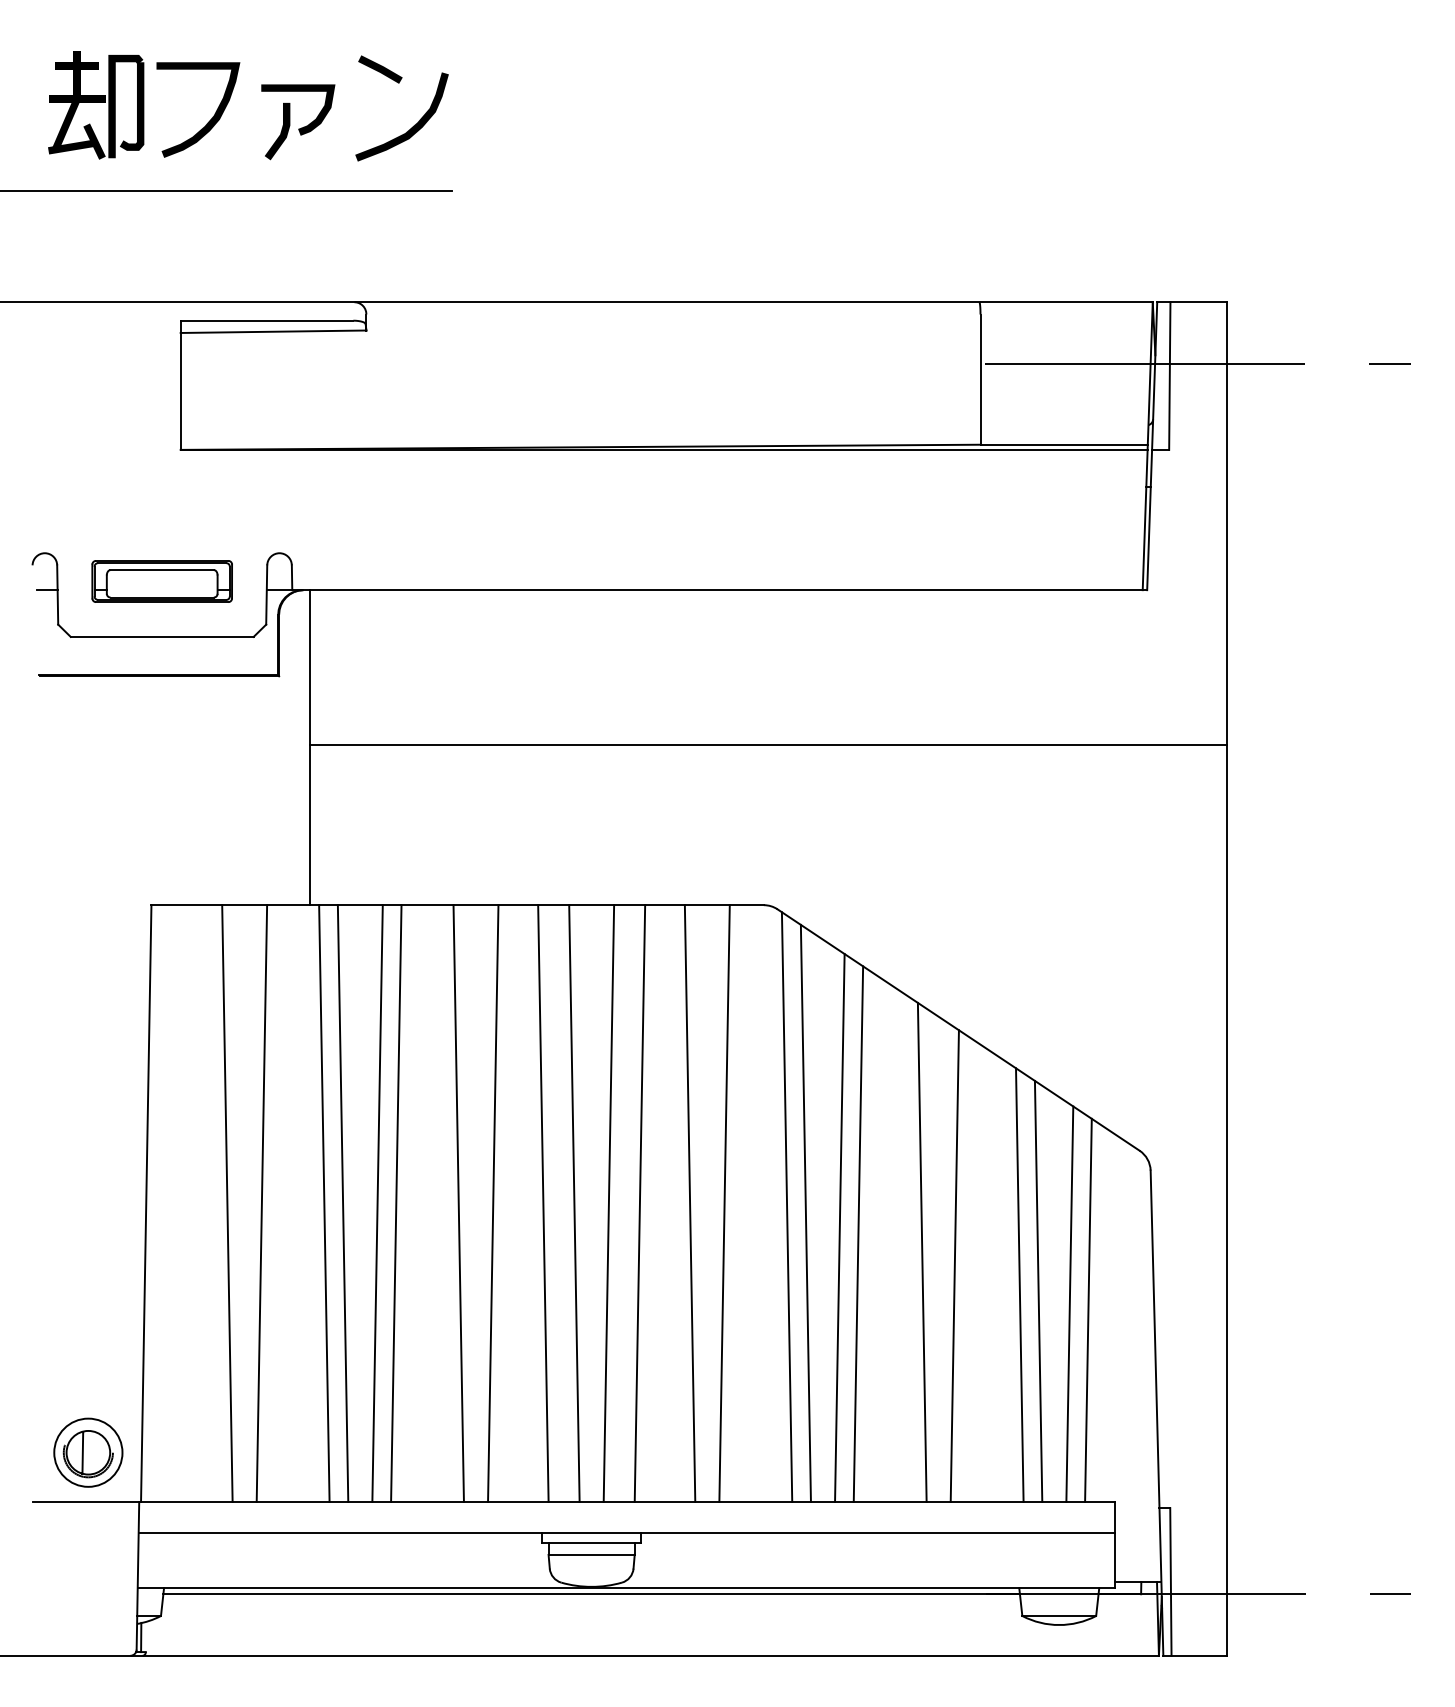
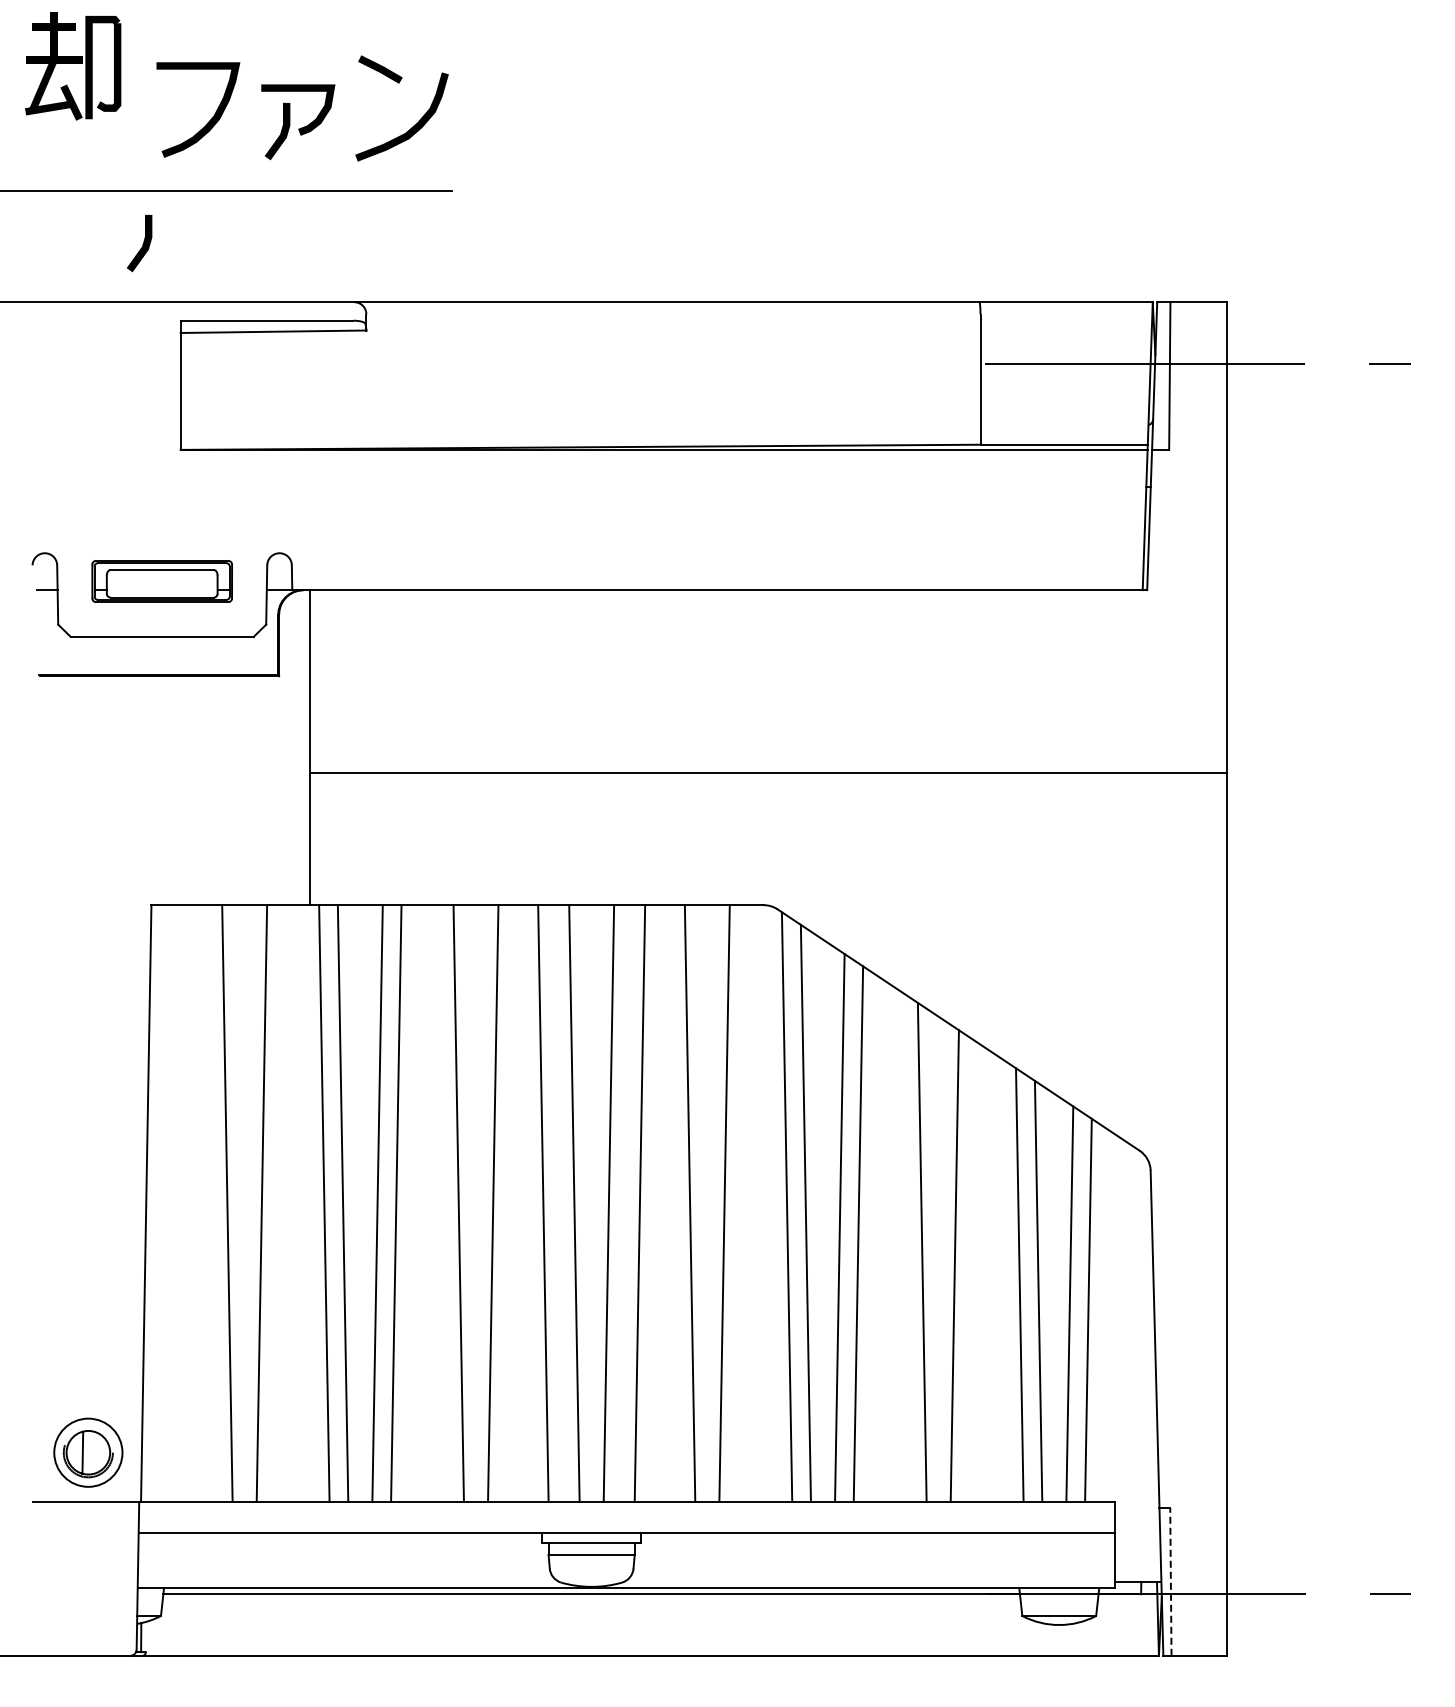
part at (96, 105) position: (96, 105) -> (73, 66)
line at (142, 244): none -> present
line at (767, 745) position: (767, 745) -> (767, 773)
line at (1170, 1581): solid -> dashed
